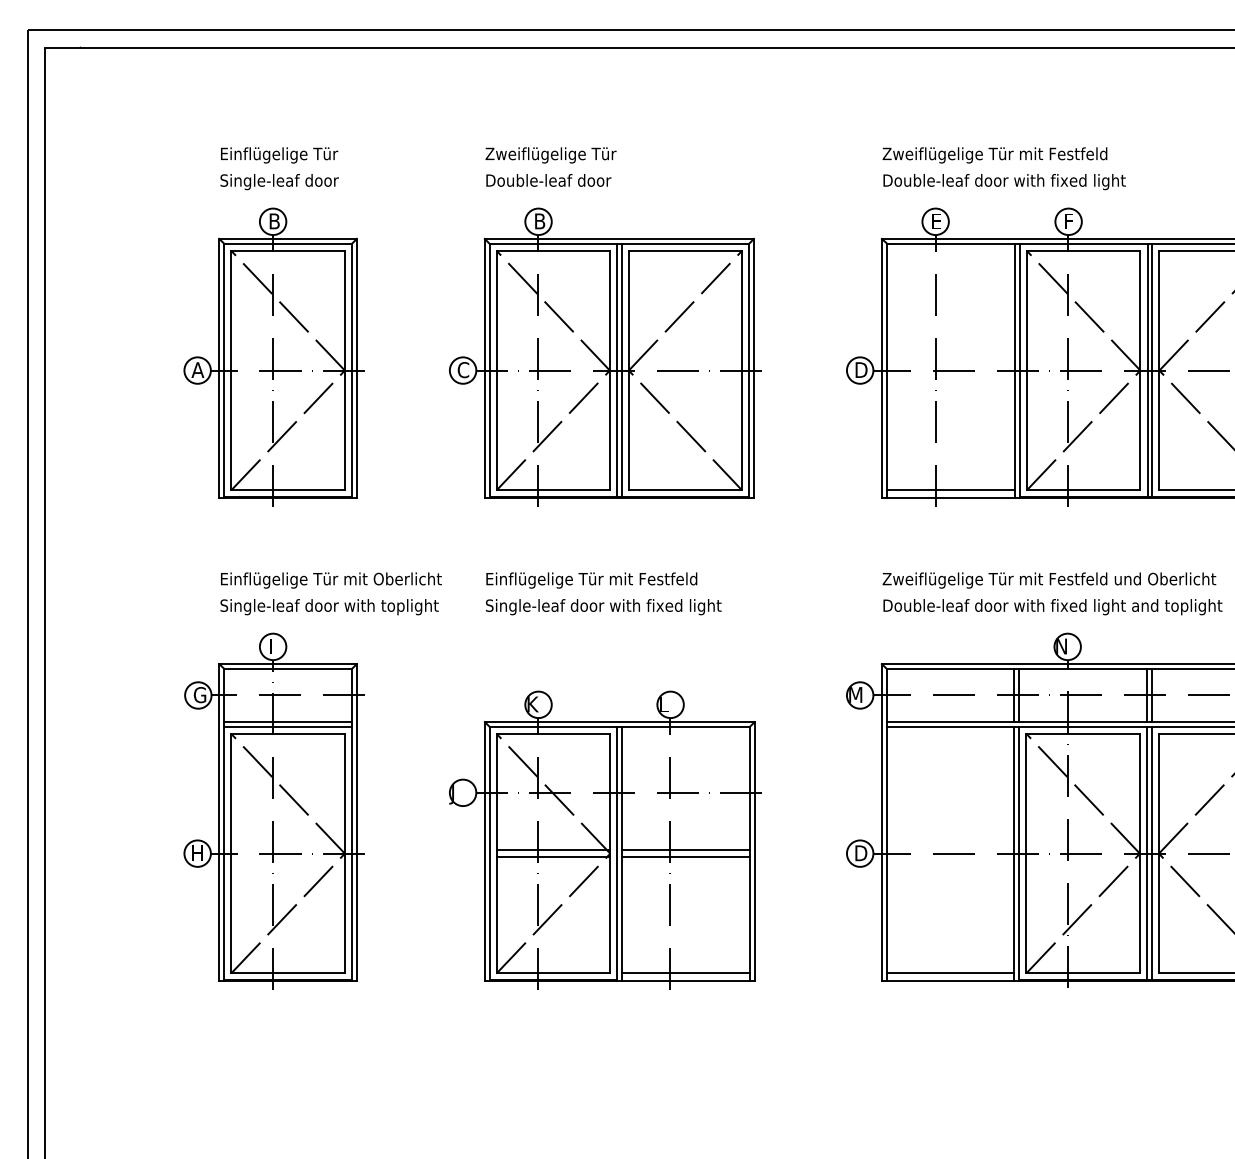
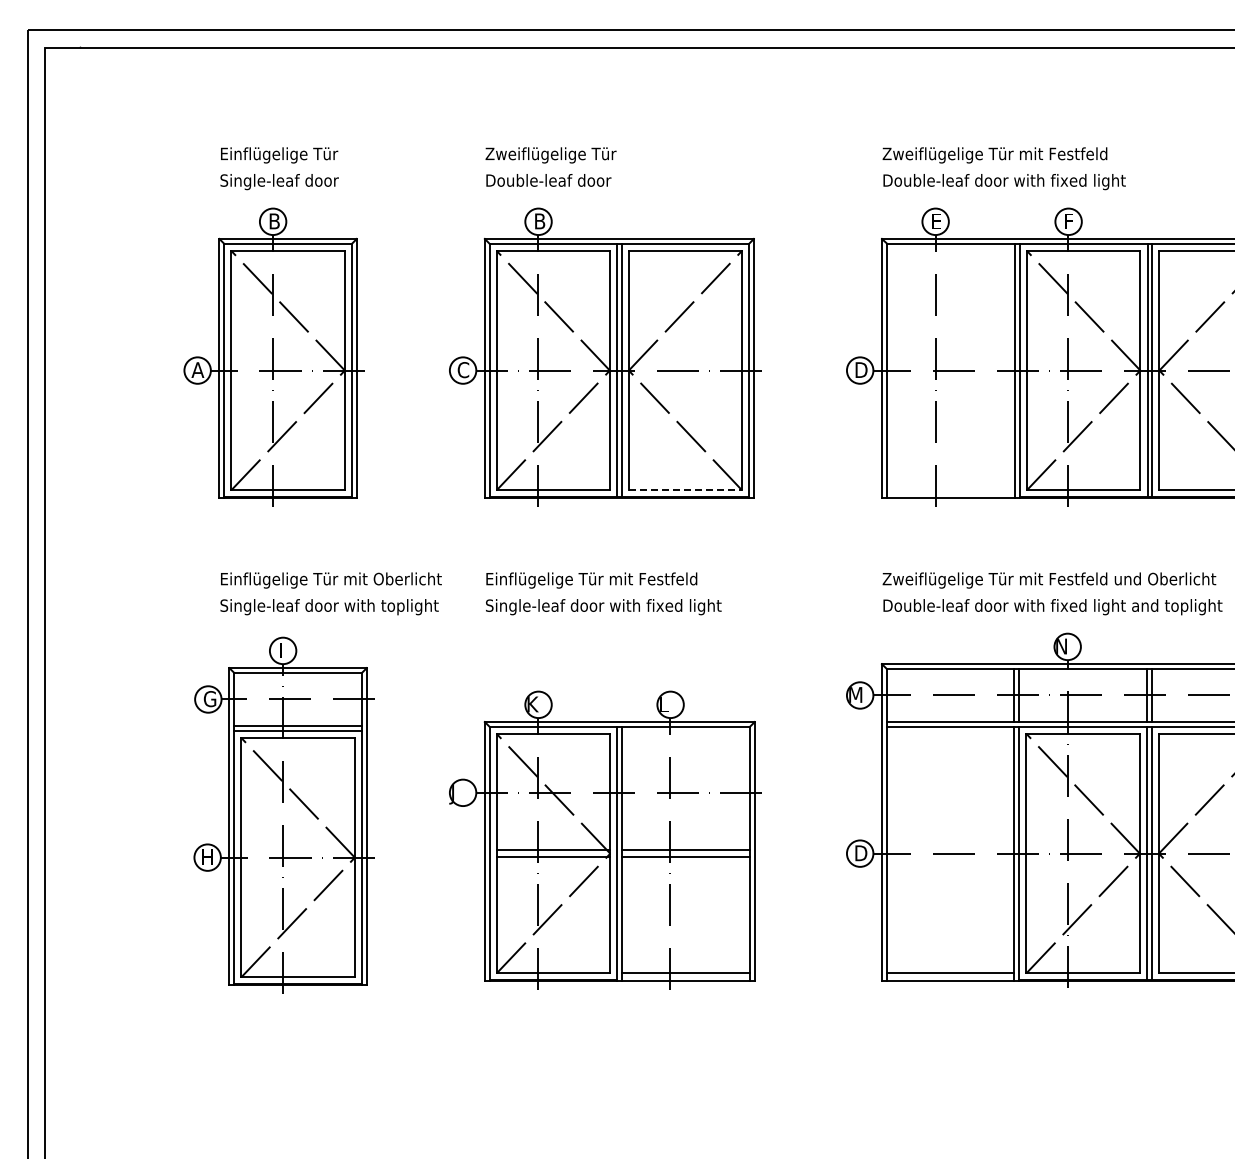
line at (685, 490): solid -> dashed
line at (950, 490): present -> none
part at (273, 810) position: (273, 810) -> (283, 814)
